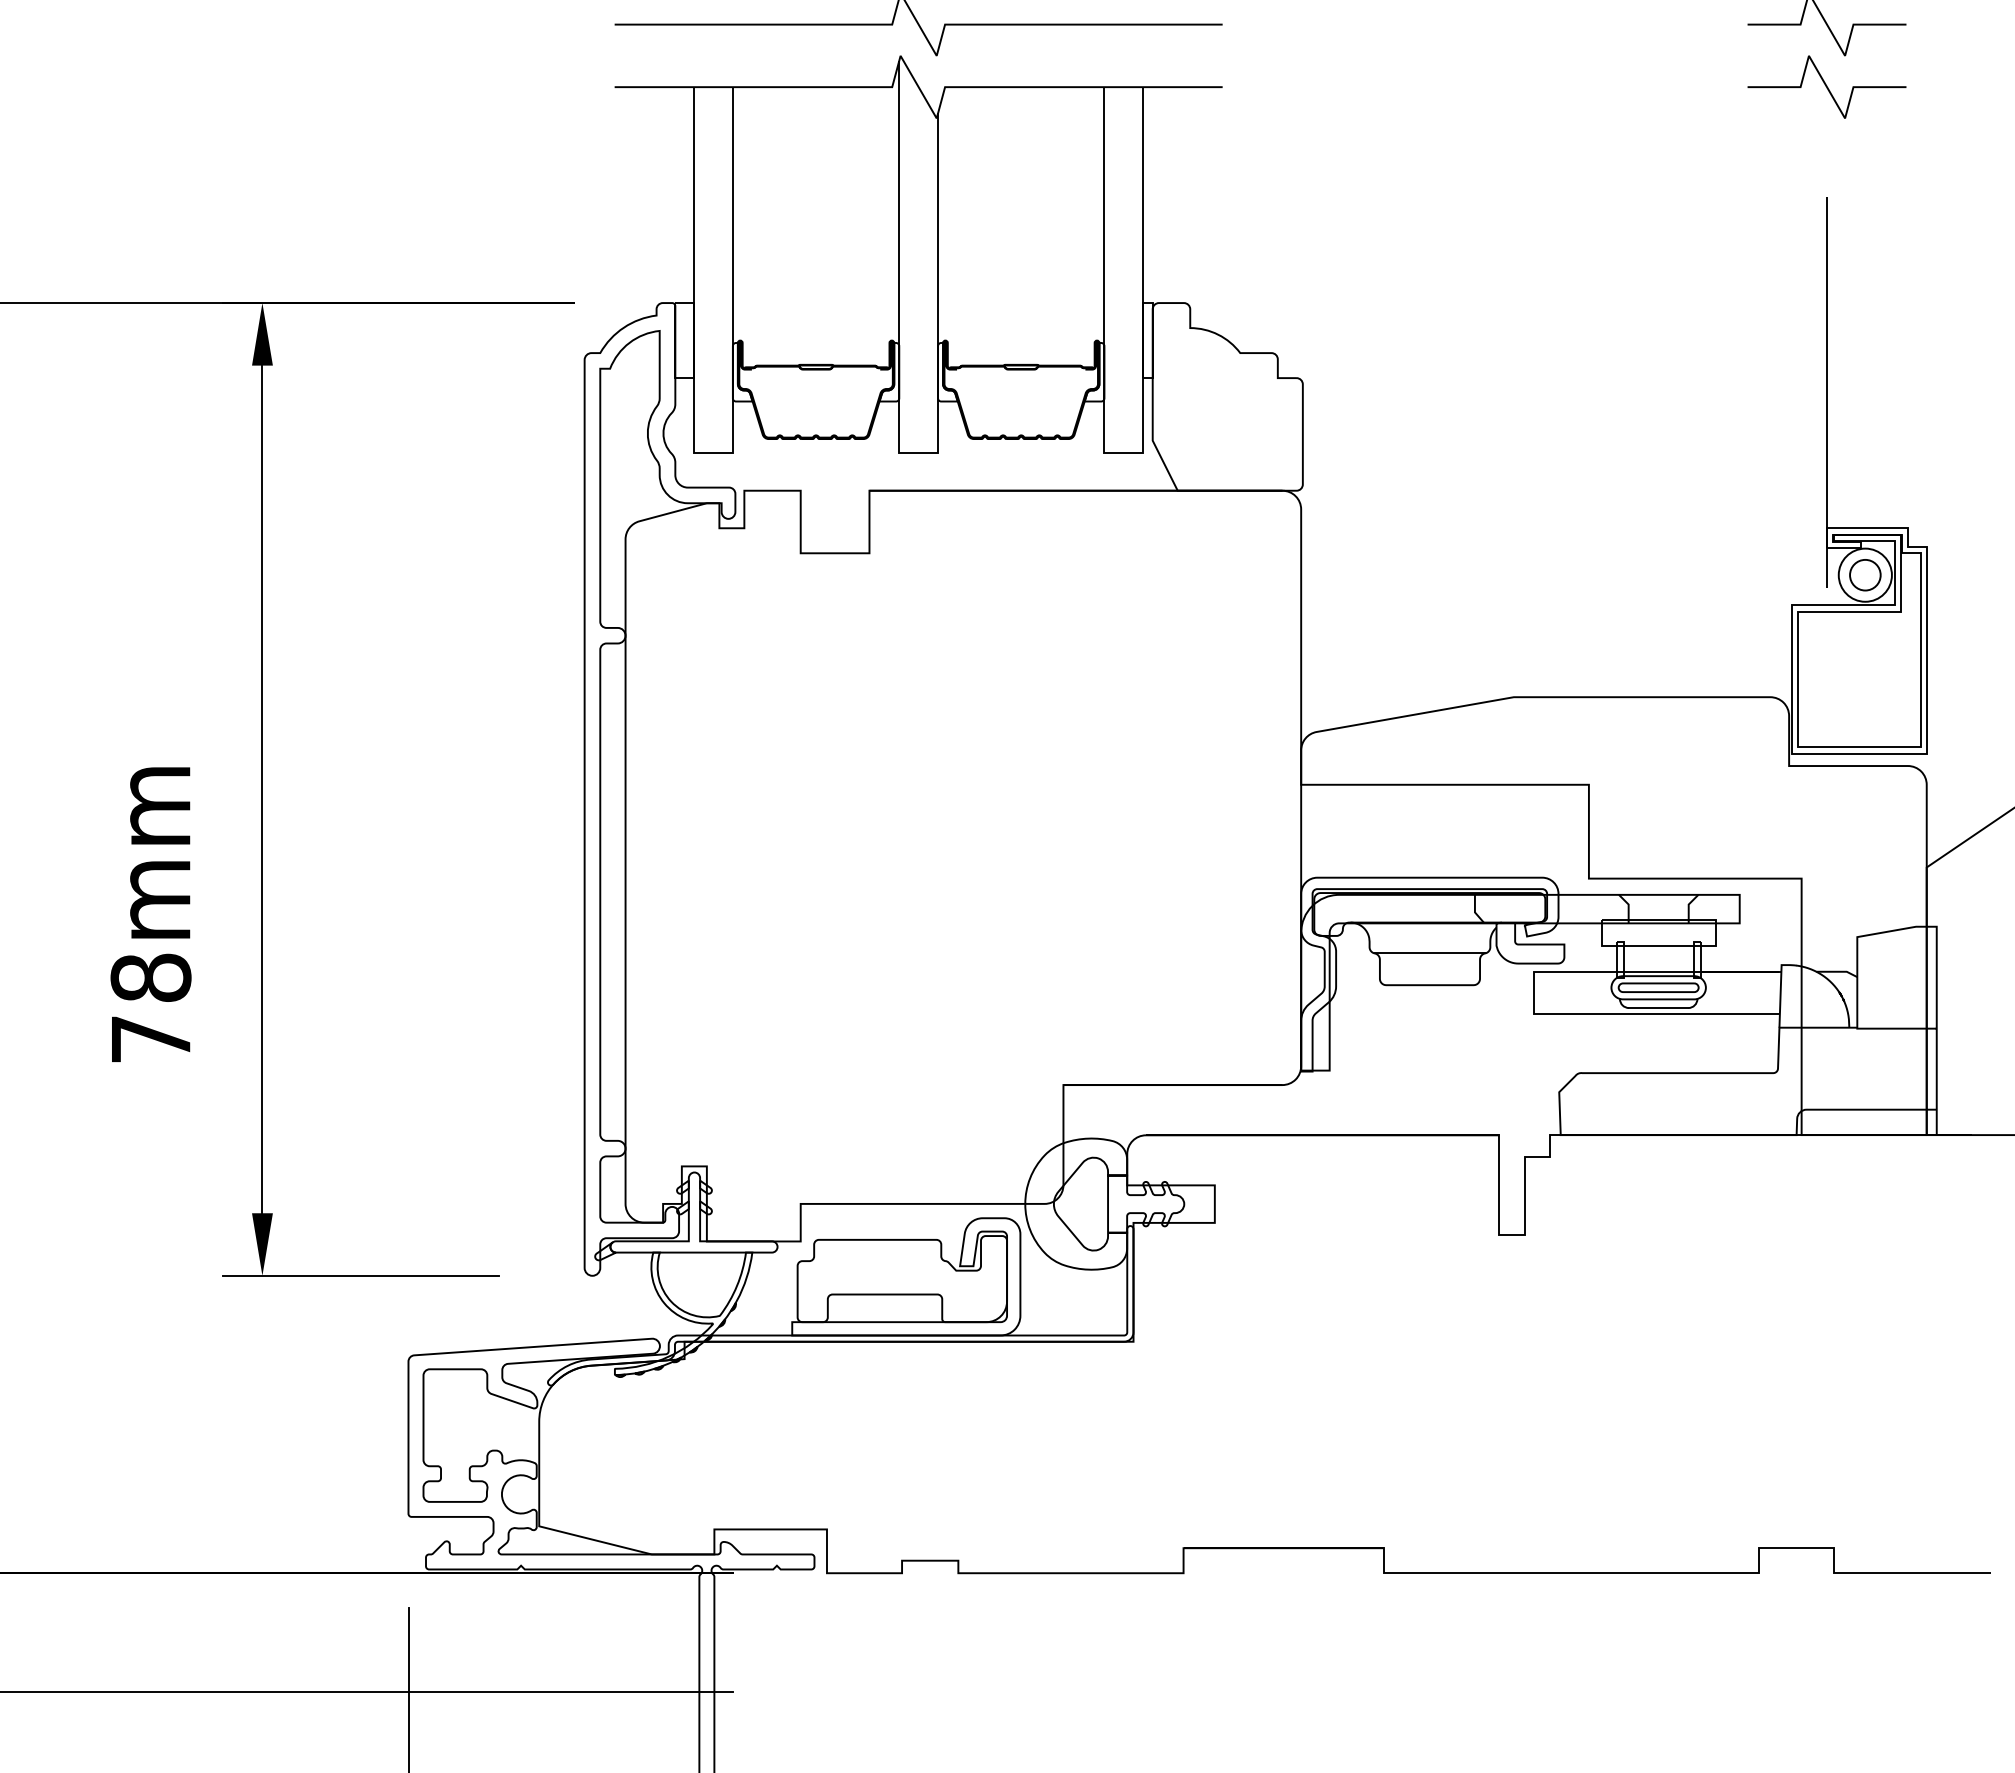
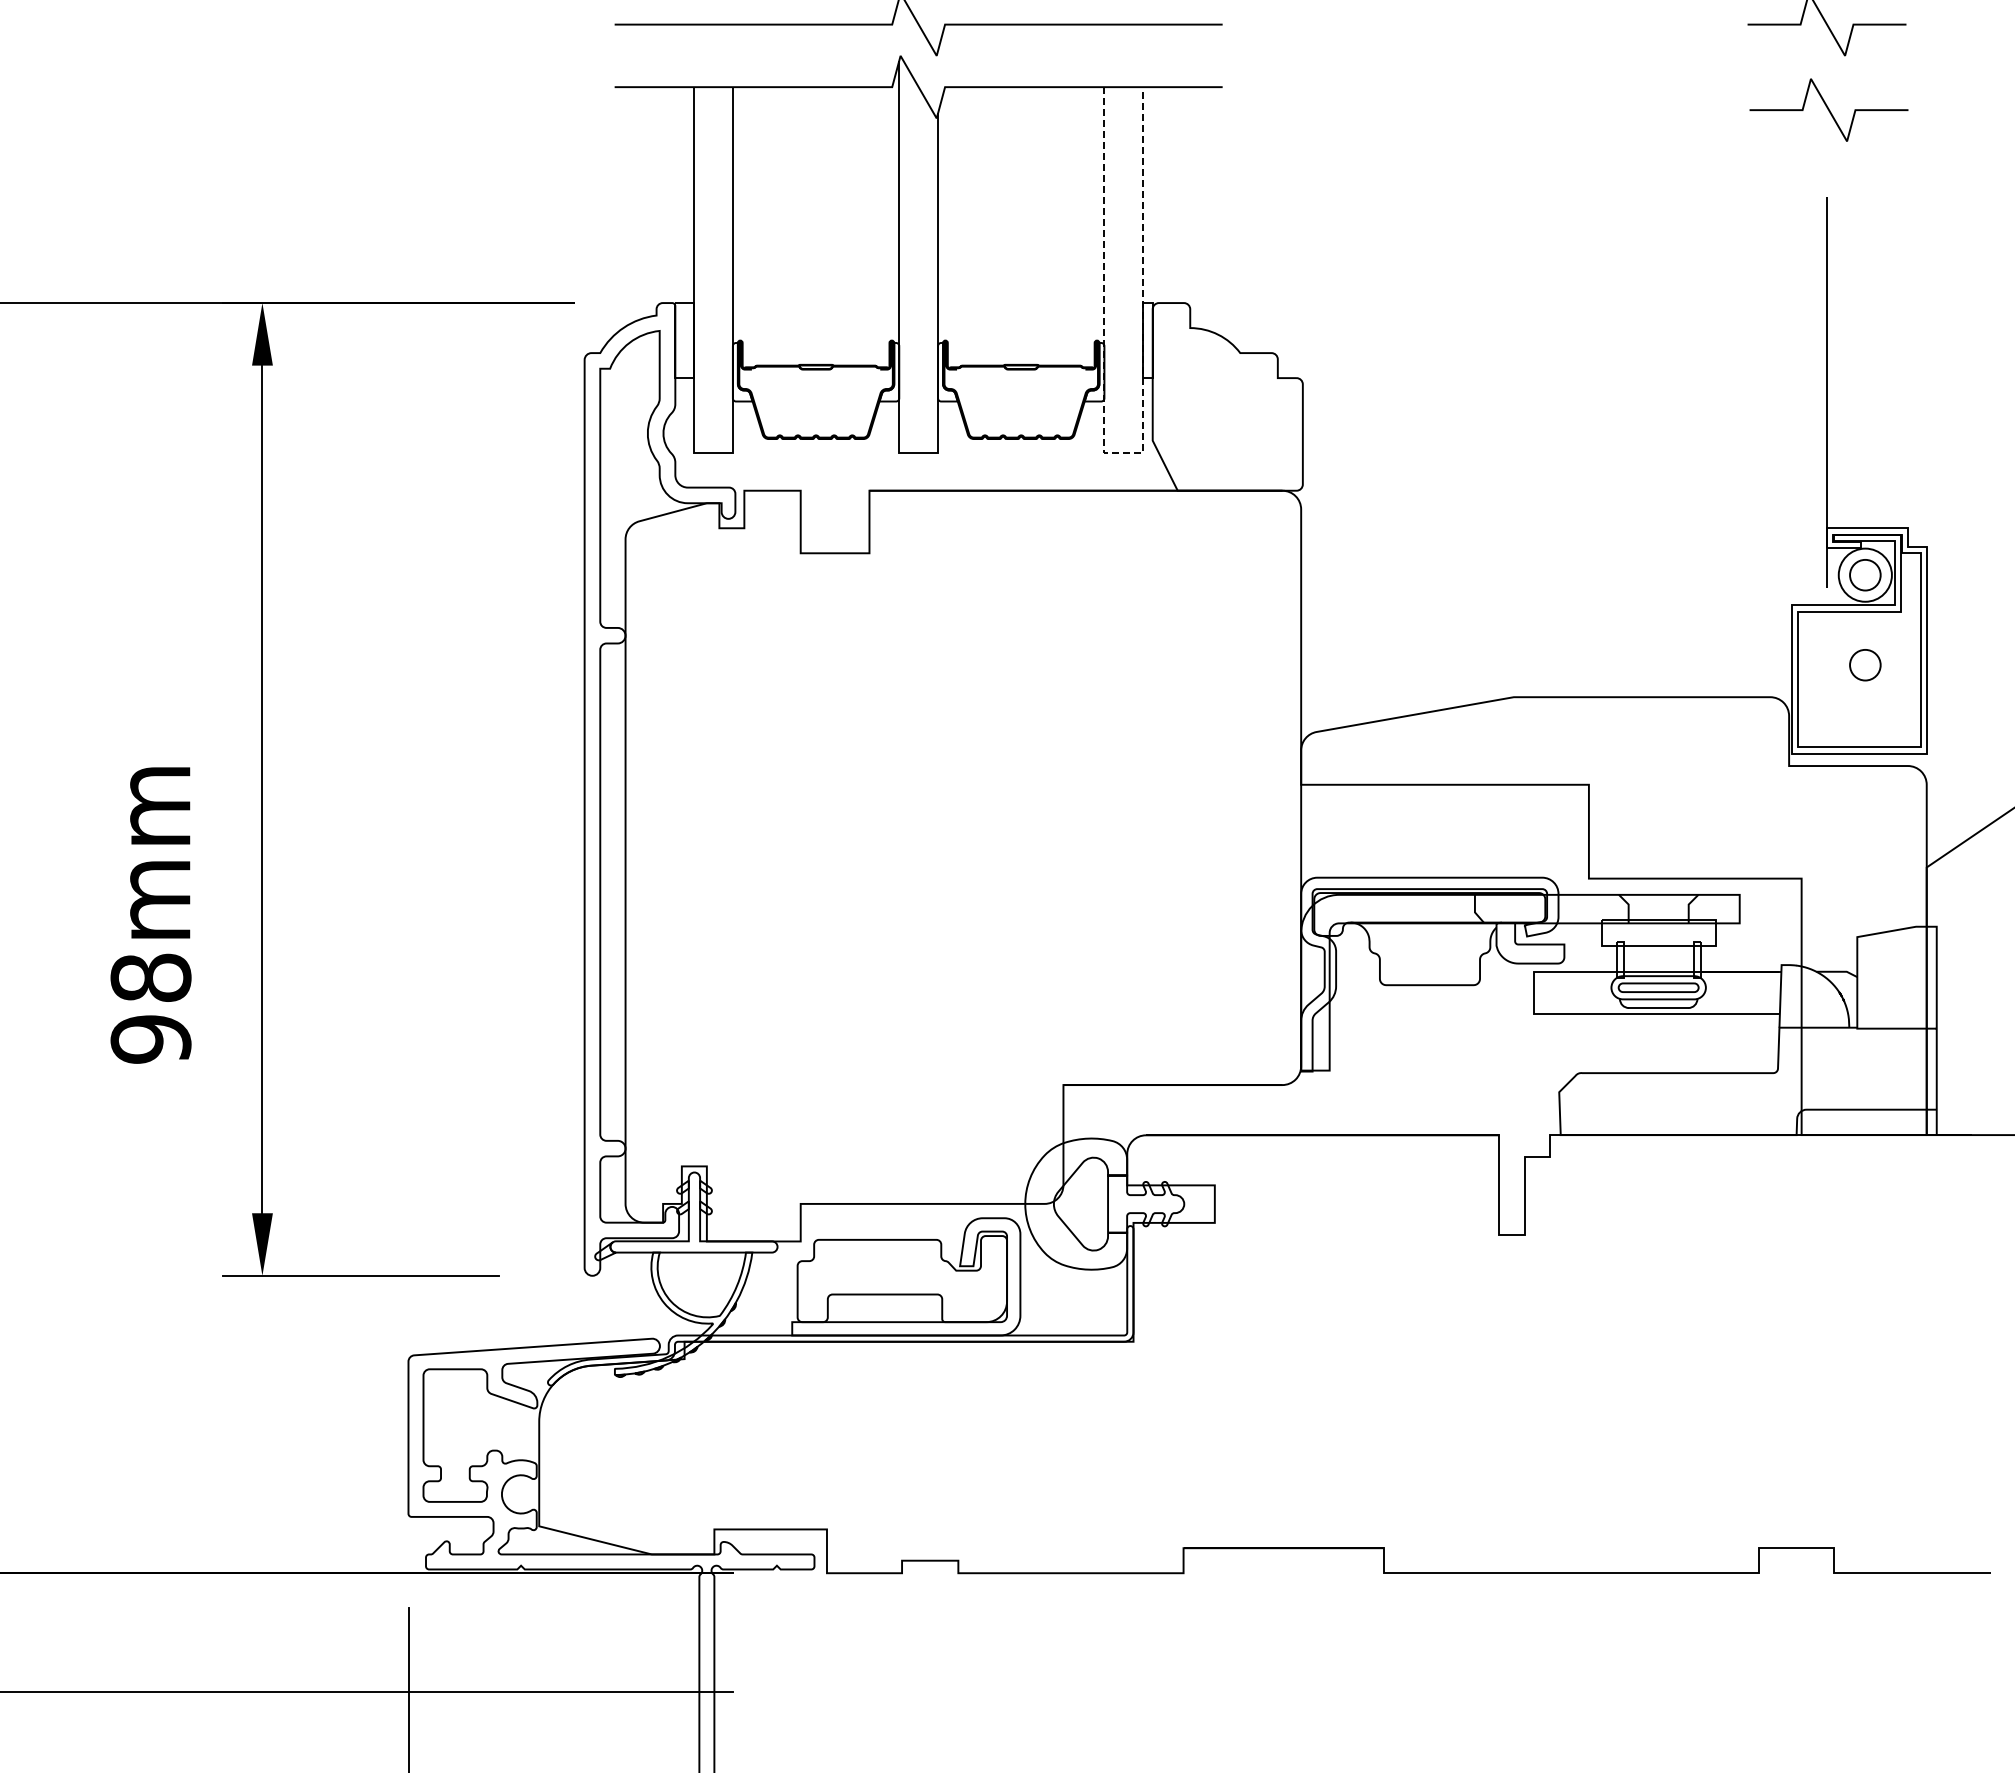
curve at (1826, 86) position: (1826, 86) -> (1828, 109)
line at (1124, 453): solid -> dashed
circle at (1865, 665): none -> present
line at (1429, 953): present -> none
text at (150, 1039): 78mm -> 98mm
